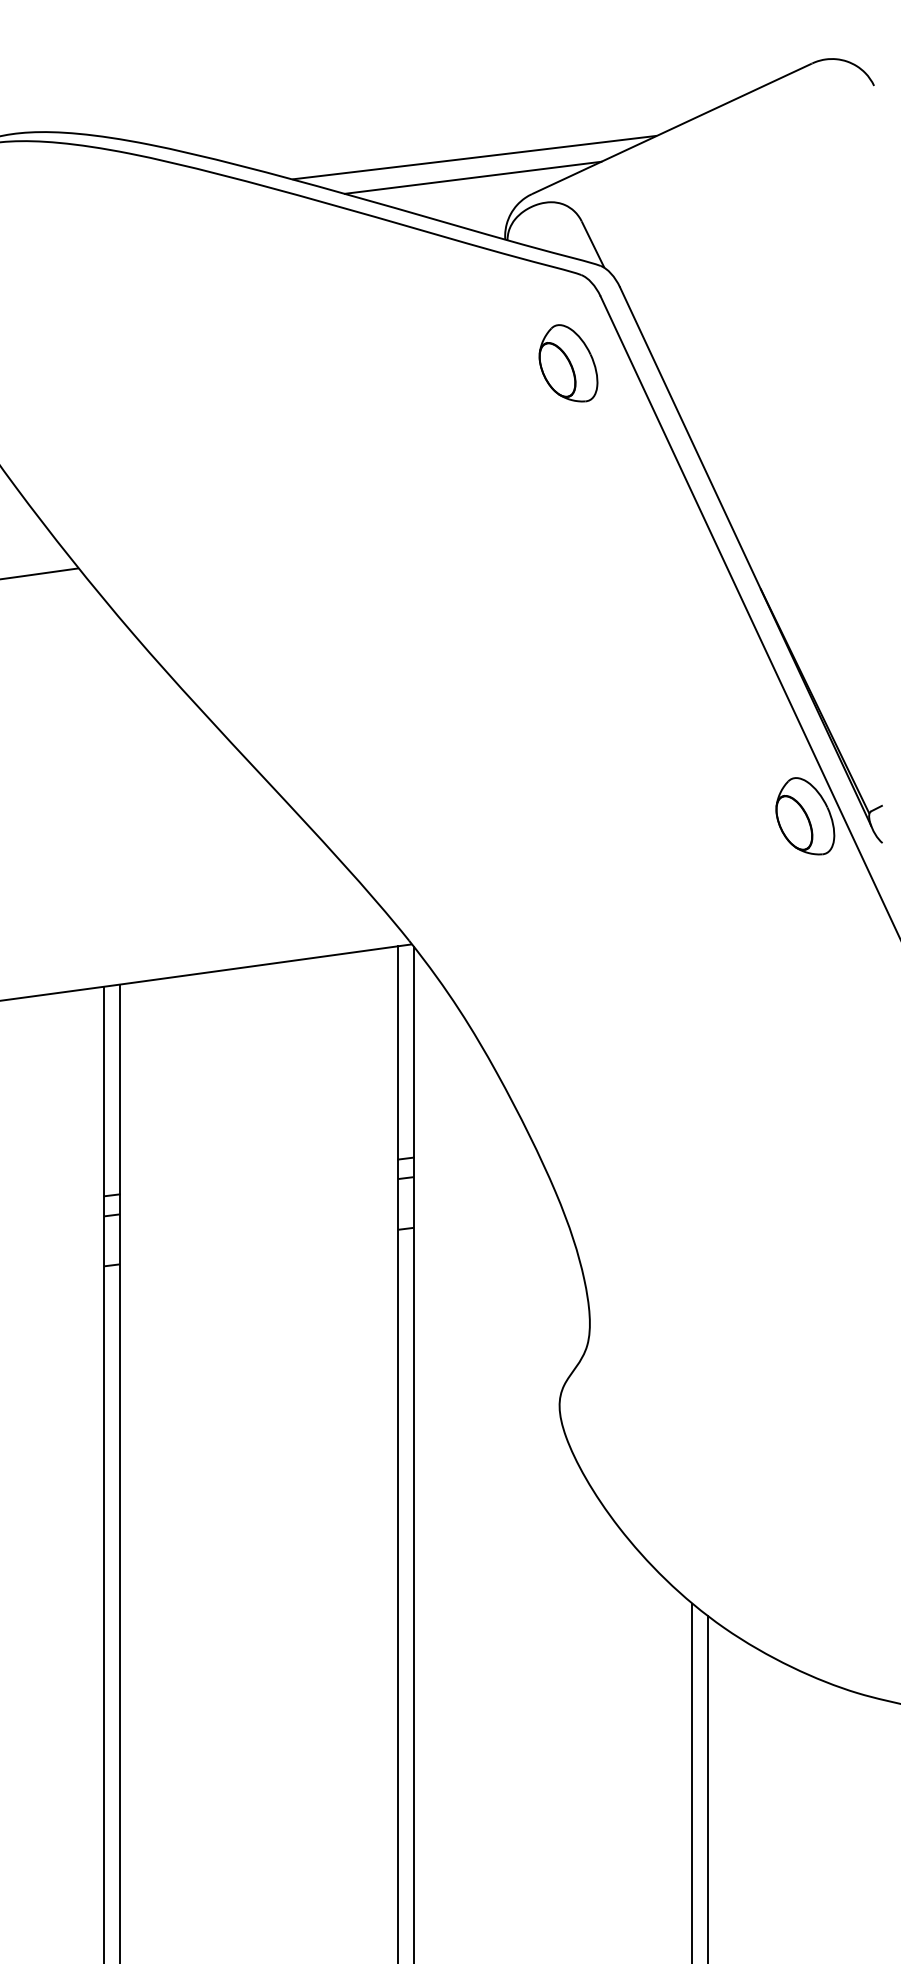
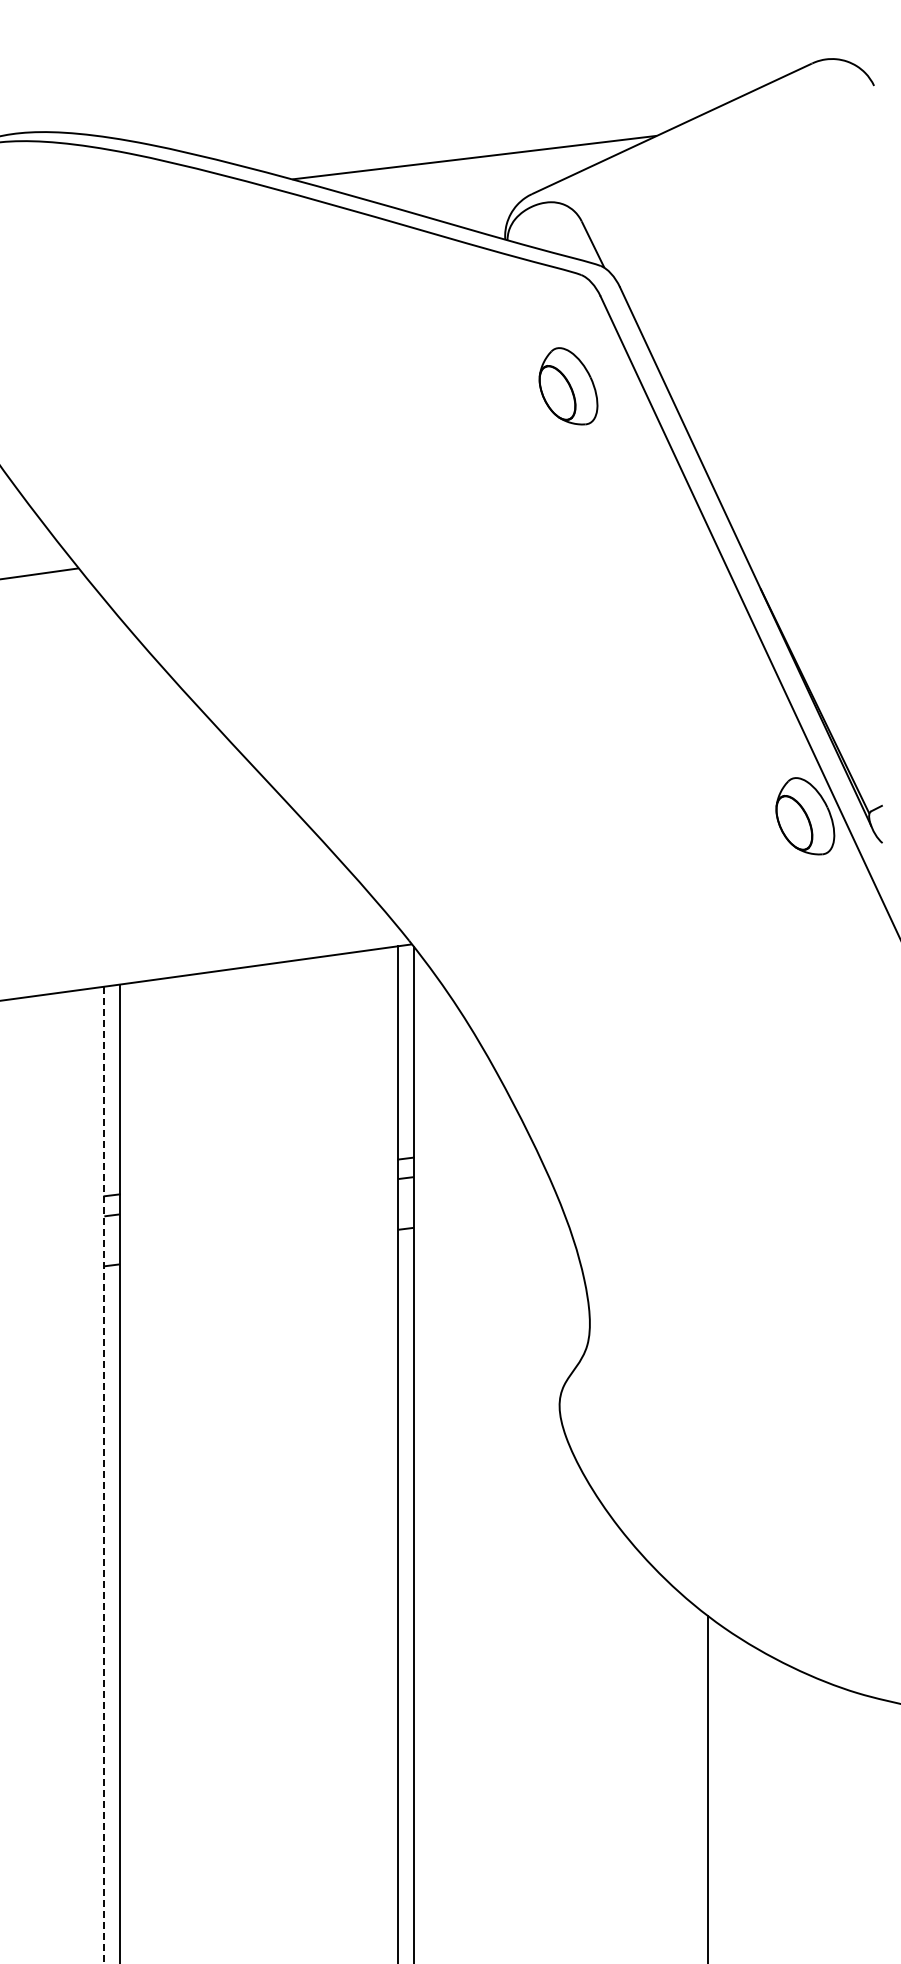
line at (472, 177): present -> none
part at (568, 363) position: (568, 363) -> (568, 386)
line at (104, 1475): solid -> dashed
line at (692, 1781): present -> none
